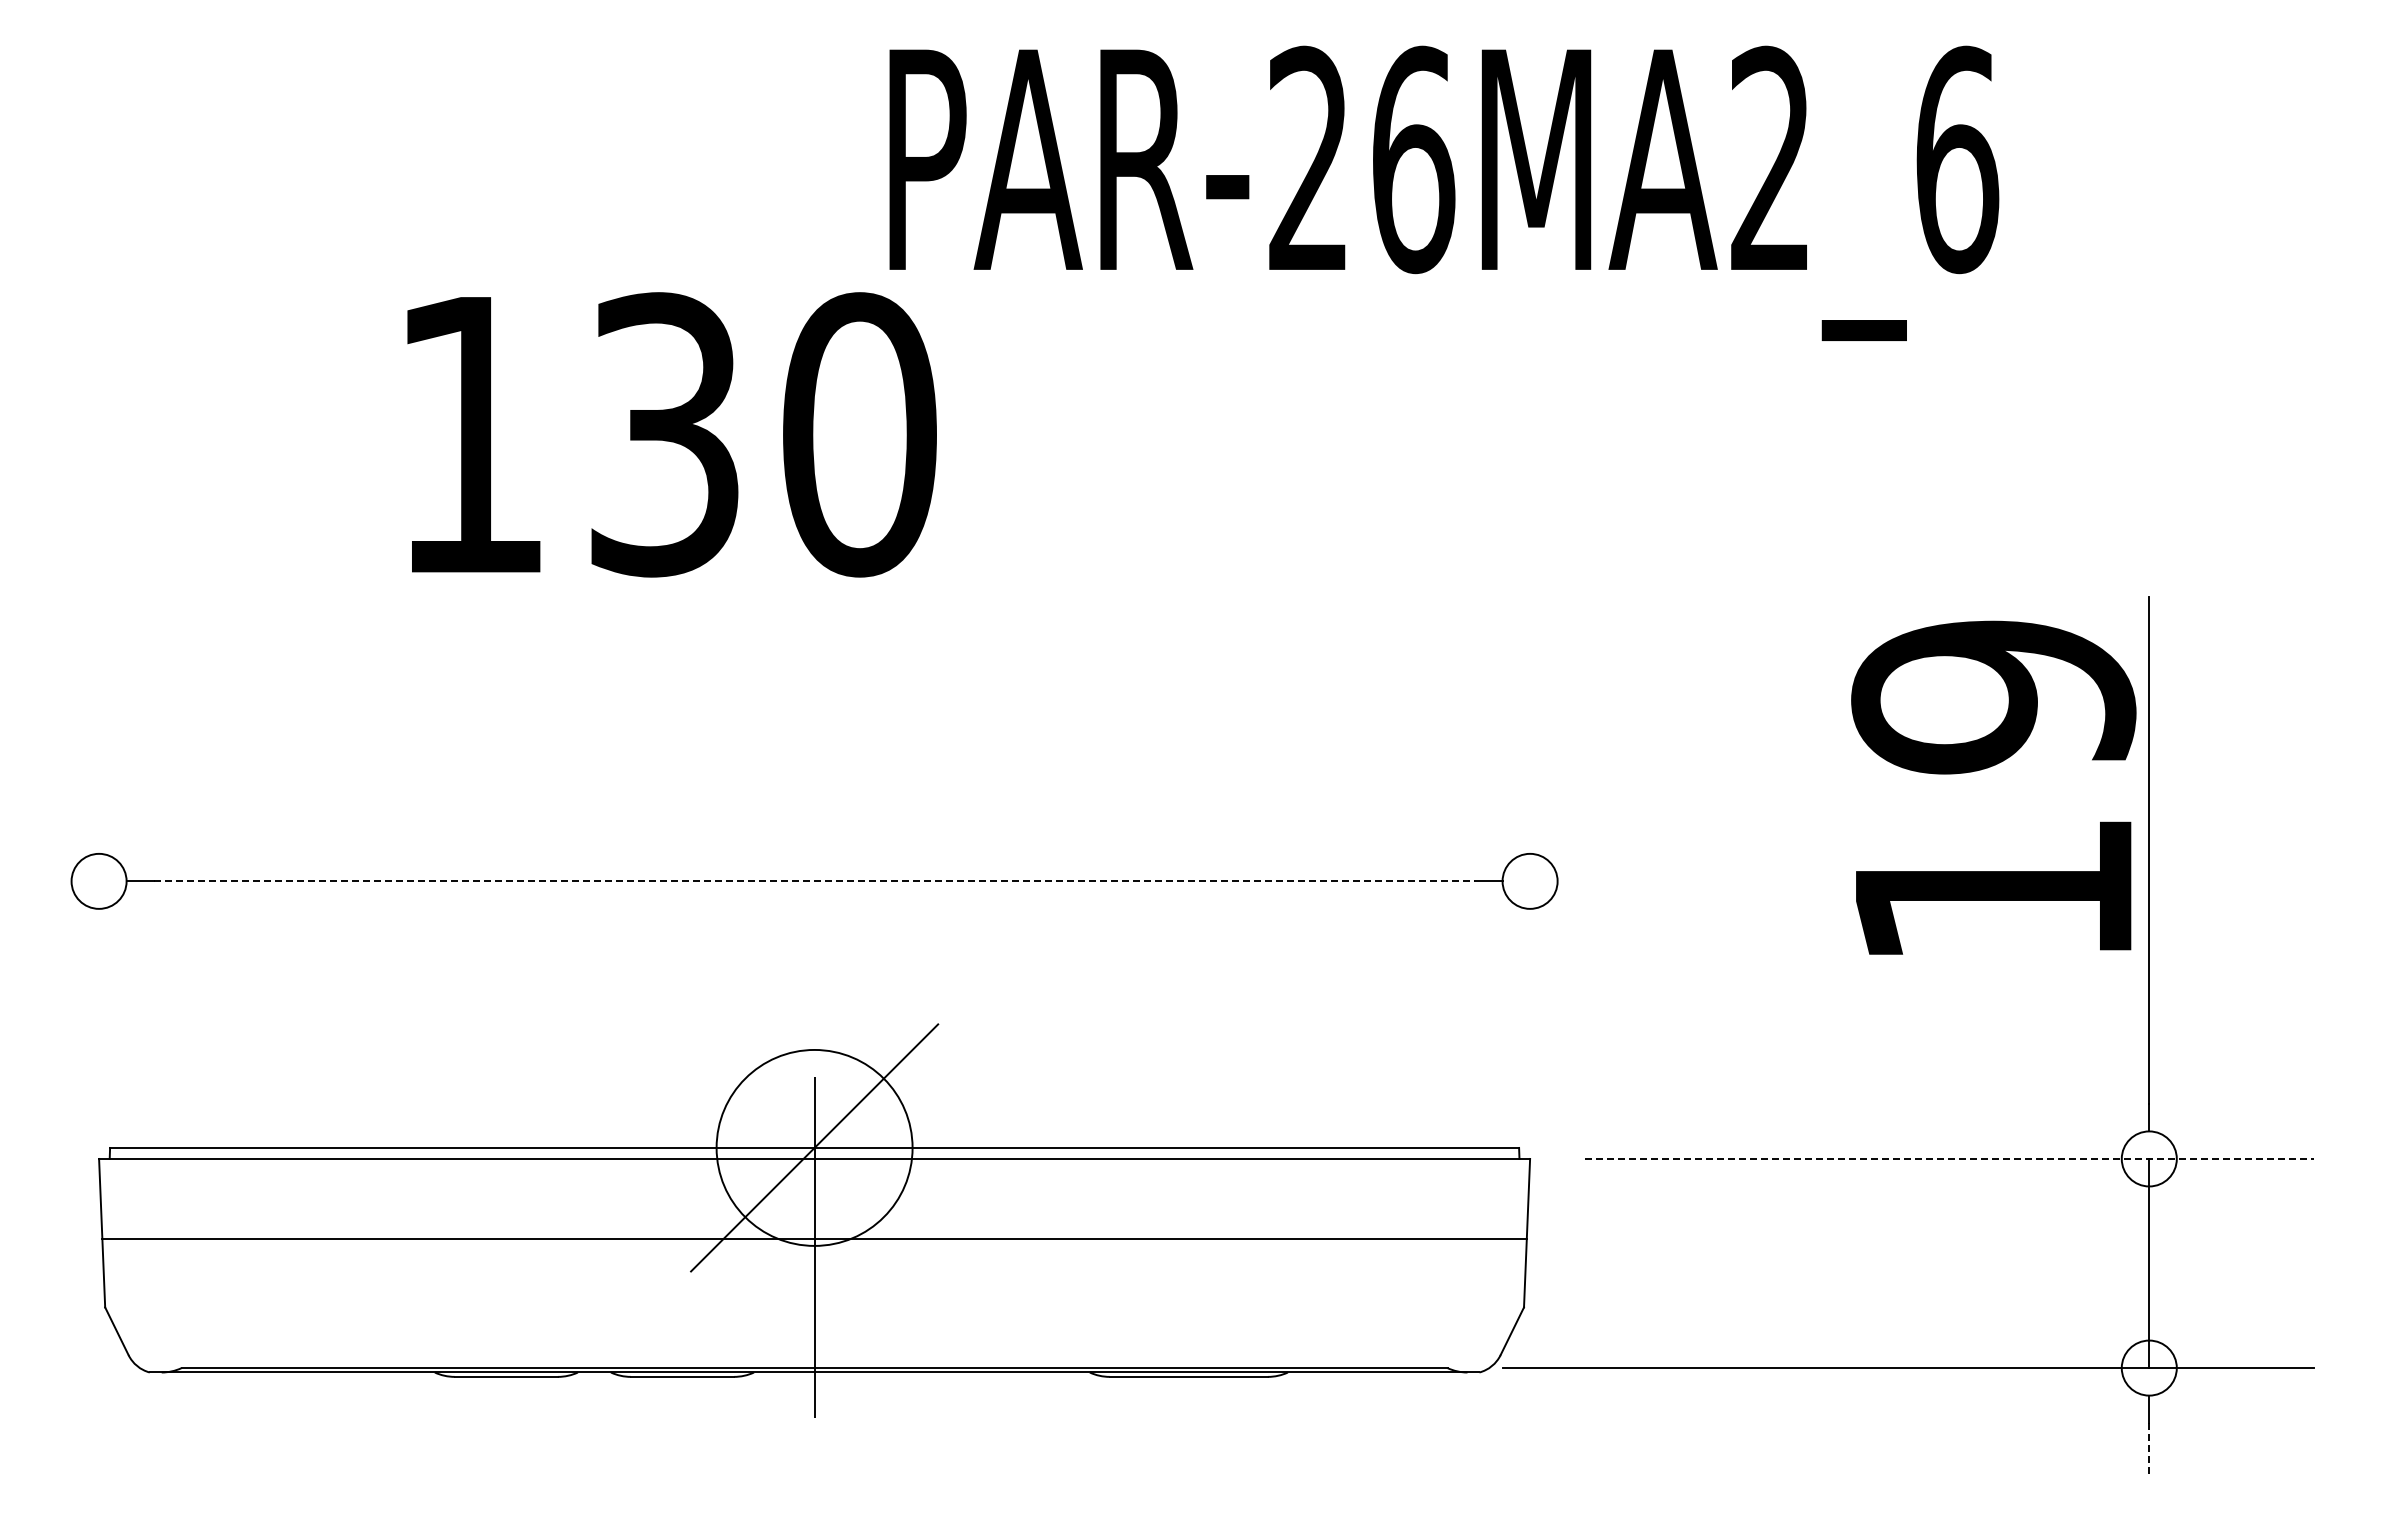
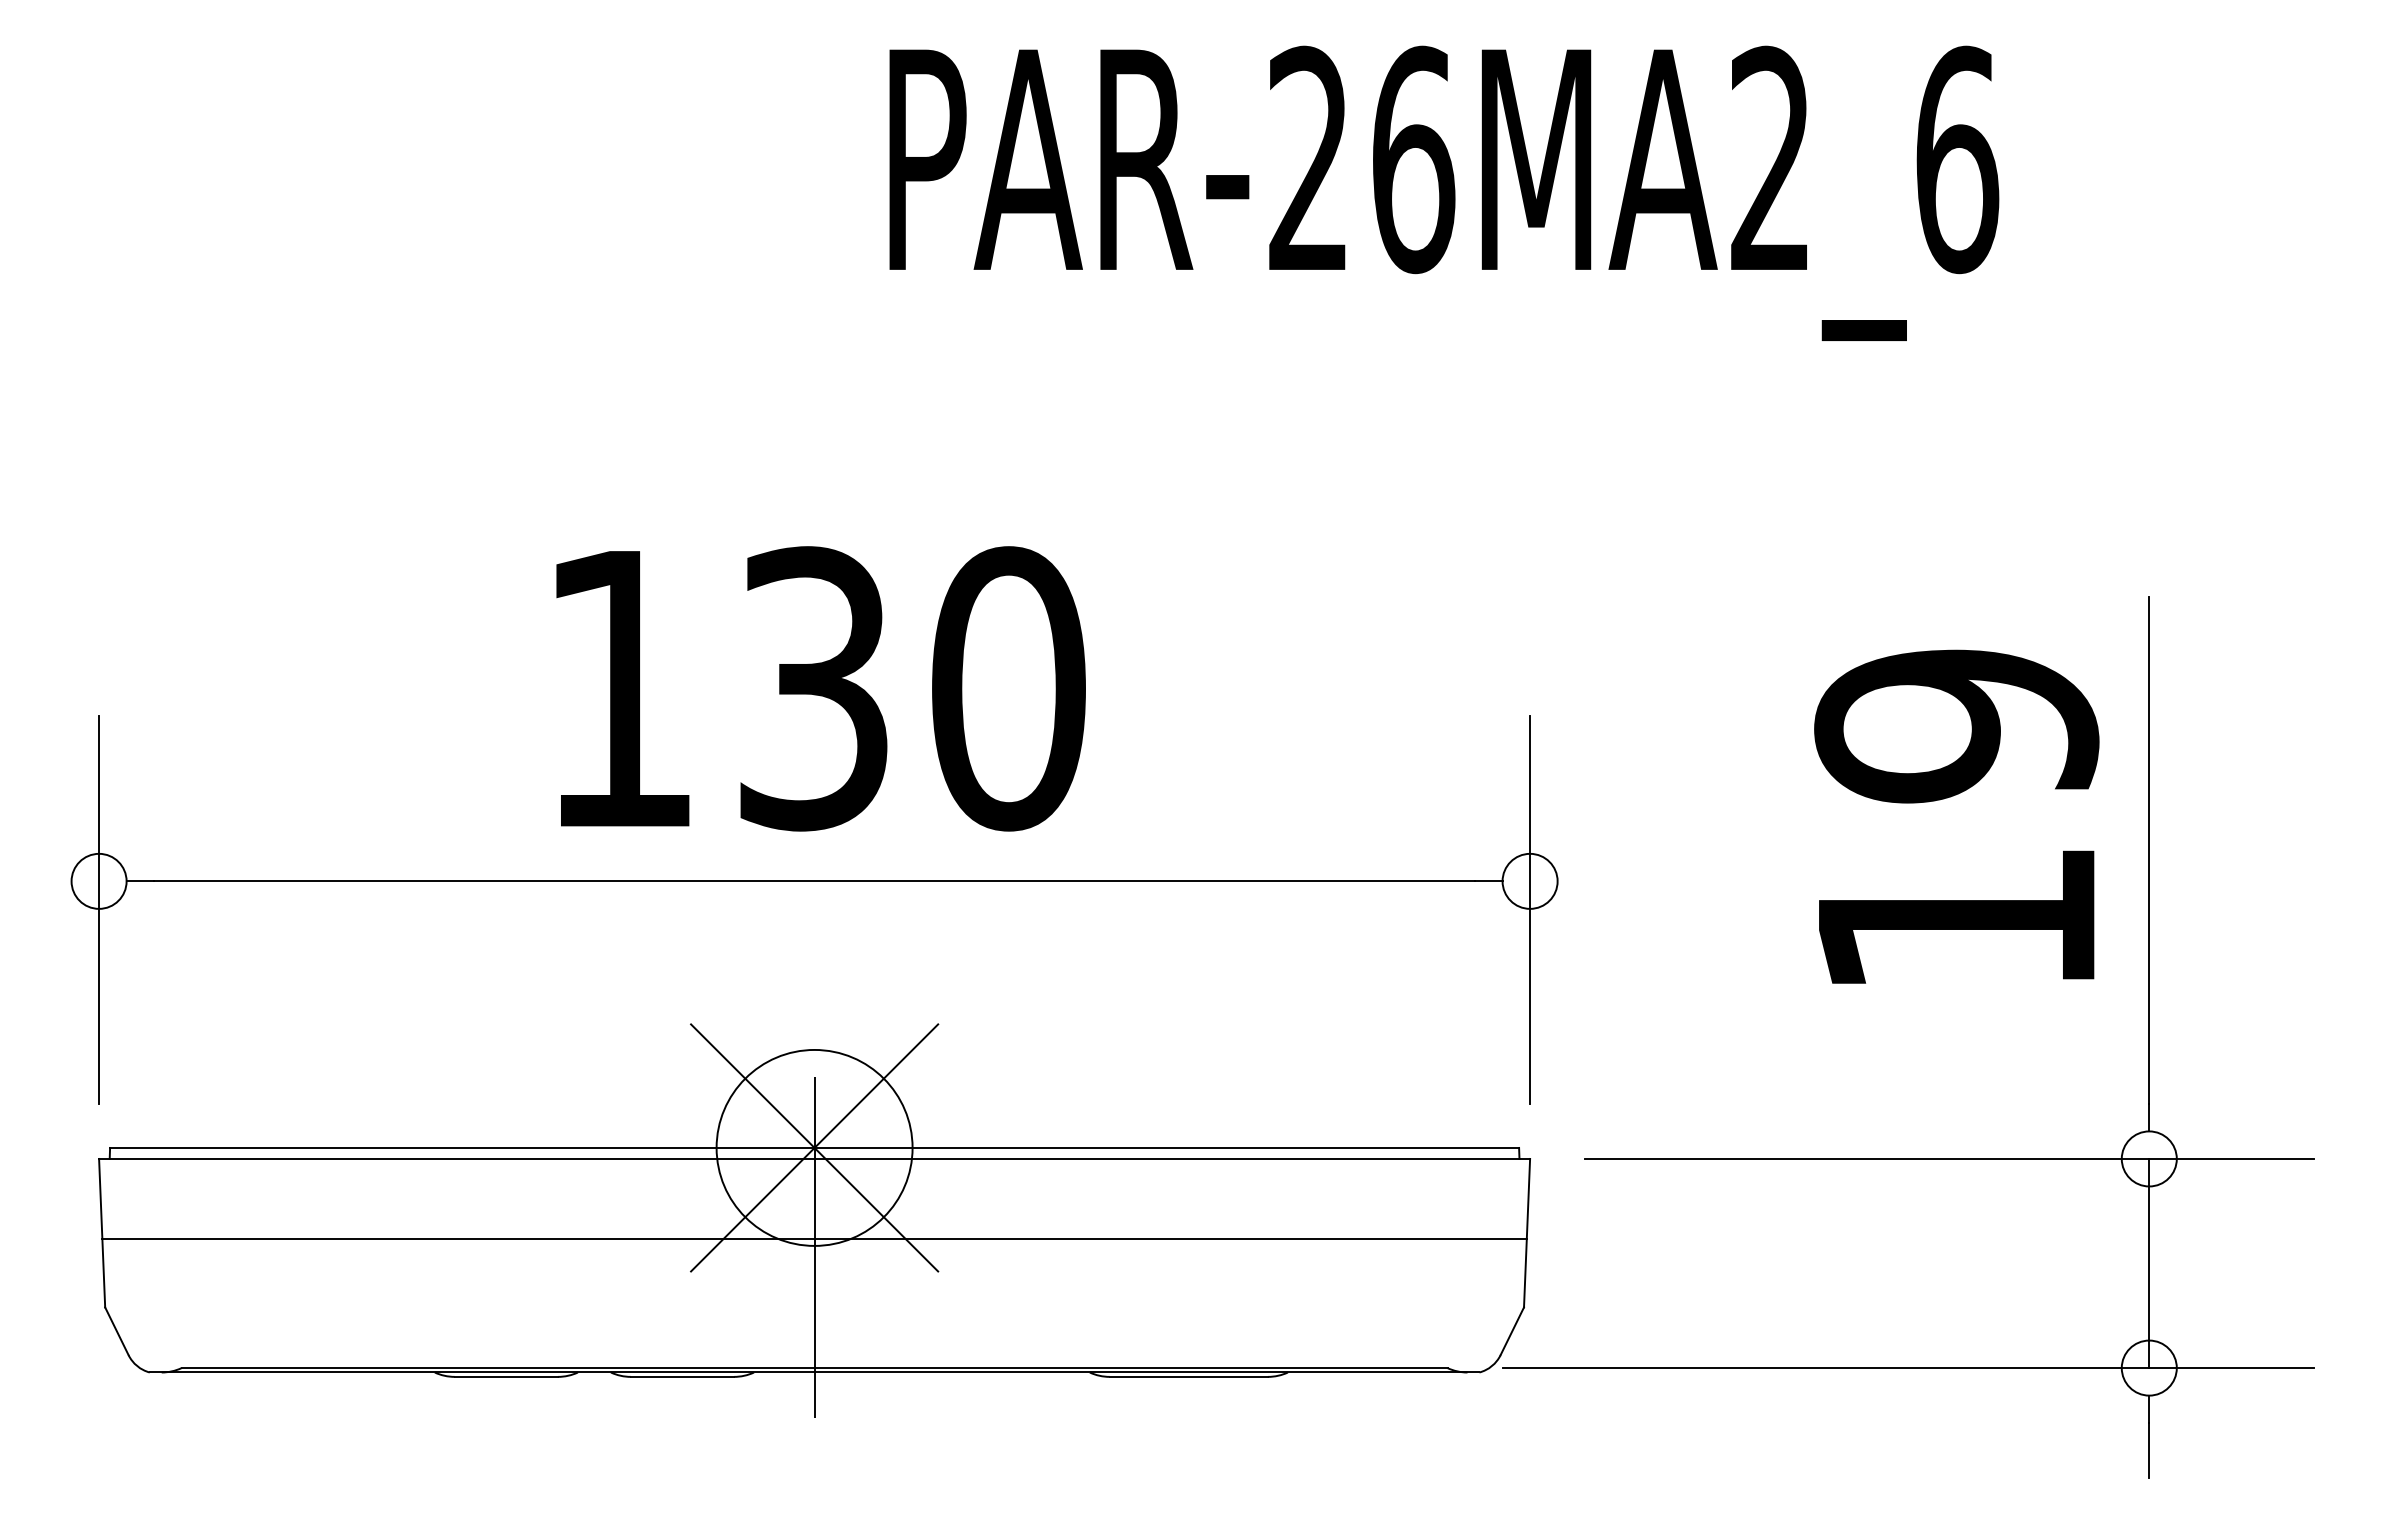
text at (671, 434) position: (671, 434) -> (820, 688)
text at (1993, 787) position: (1993, 787) -> (1956, 816)
line at (815, 881): dashed -> solid
line at (99, 909): none -> present
line at (1530, 909): none -> present
line at (814, 1147): none -> present
line at (1949, 1158): dashed -> solid
line at (2149, 1450): dashed -> solid
